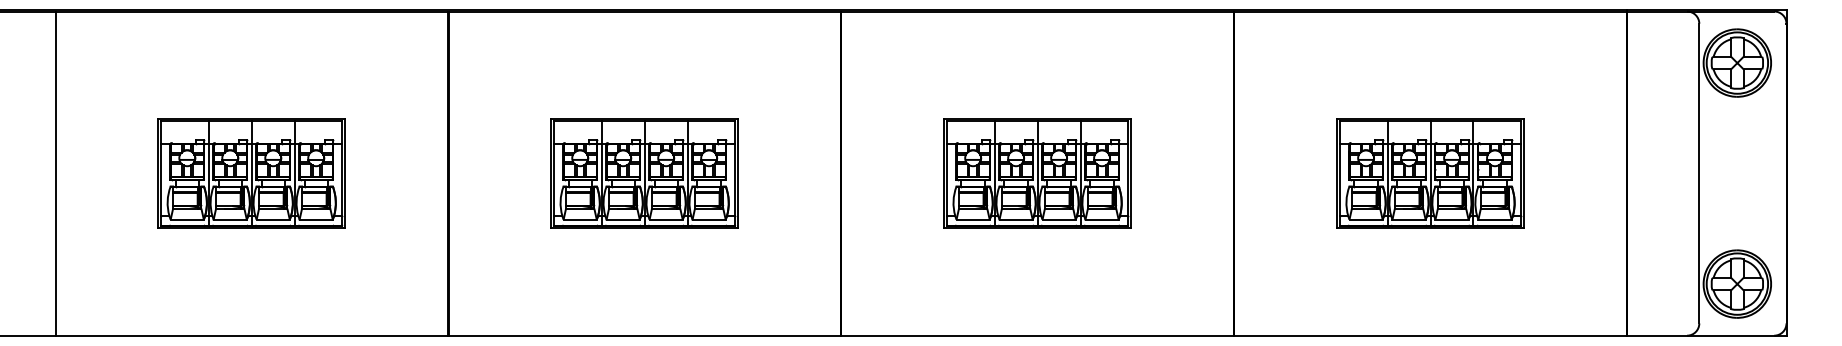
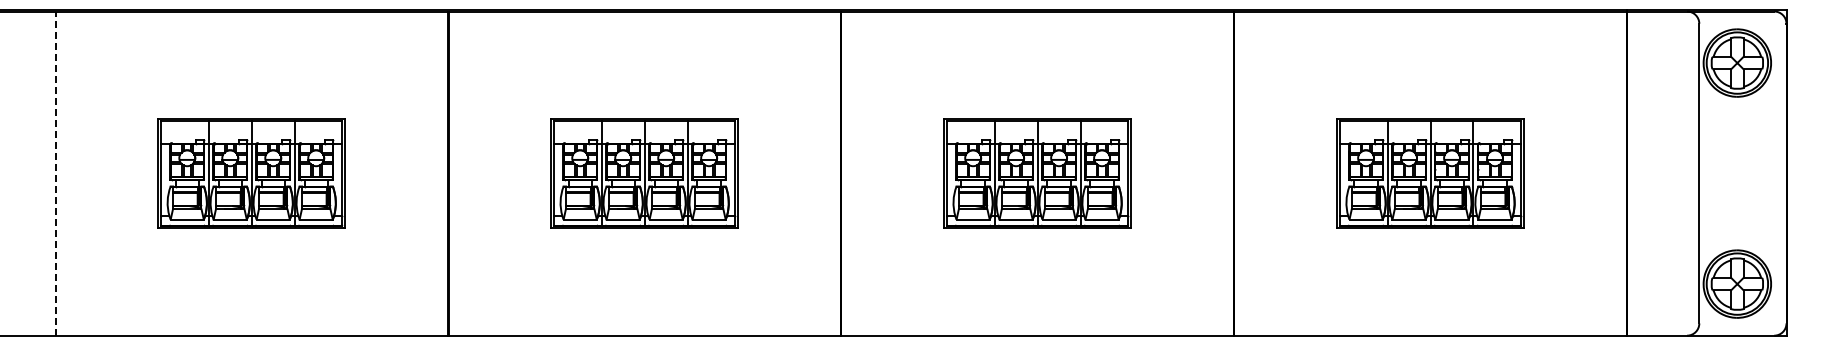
line at (55, 173): solid -> dashed
